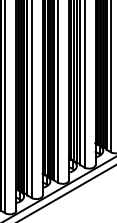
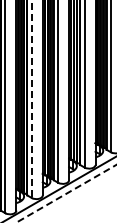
line at (31, 99): solid -> dashed
line at (66, 193): solid -> dashed
